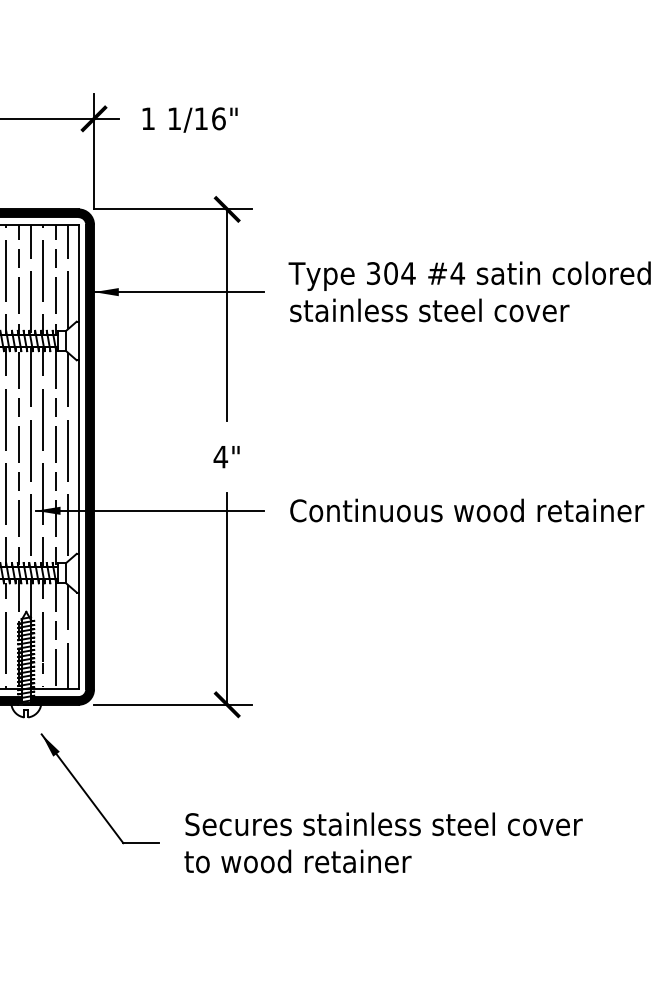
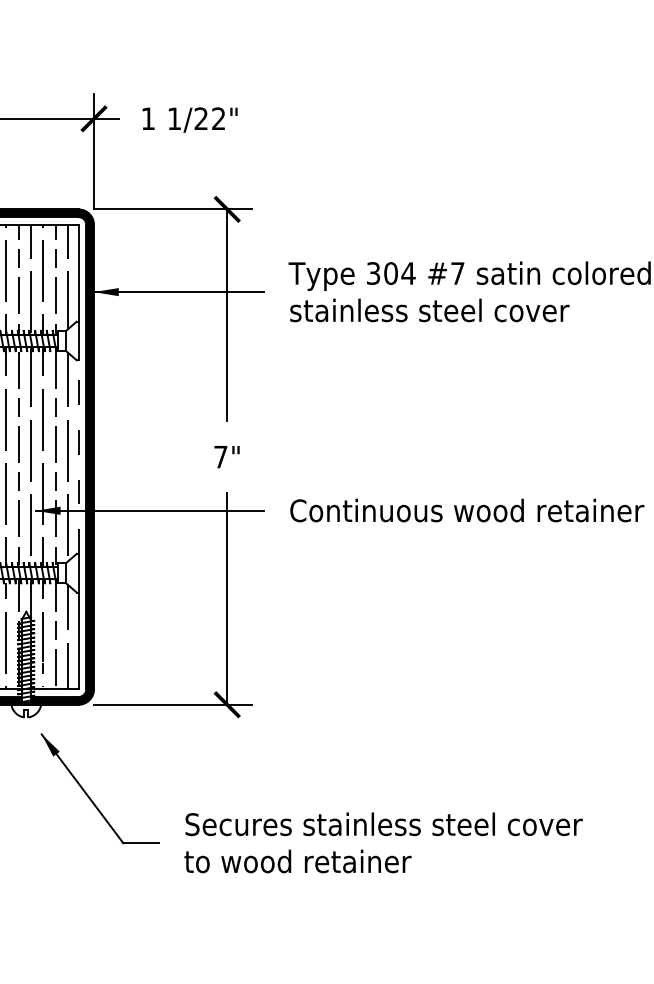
text at (209, 118): 1/16" -> 1/22"
text at (457, 273): #4 -> #7
line at (78, 457): solid -> dashed
text at (220, 457): 4" -> 7"
